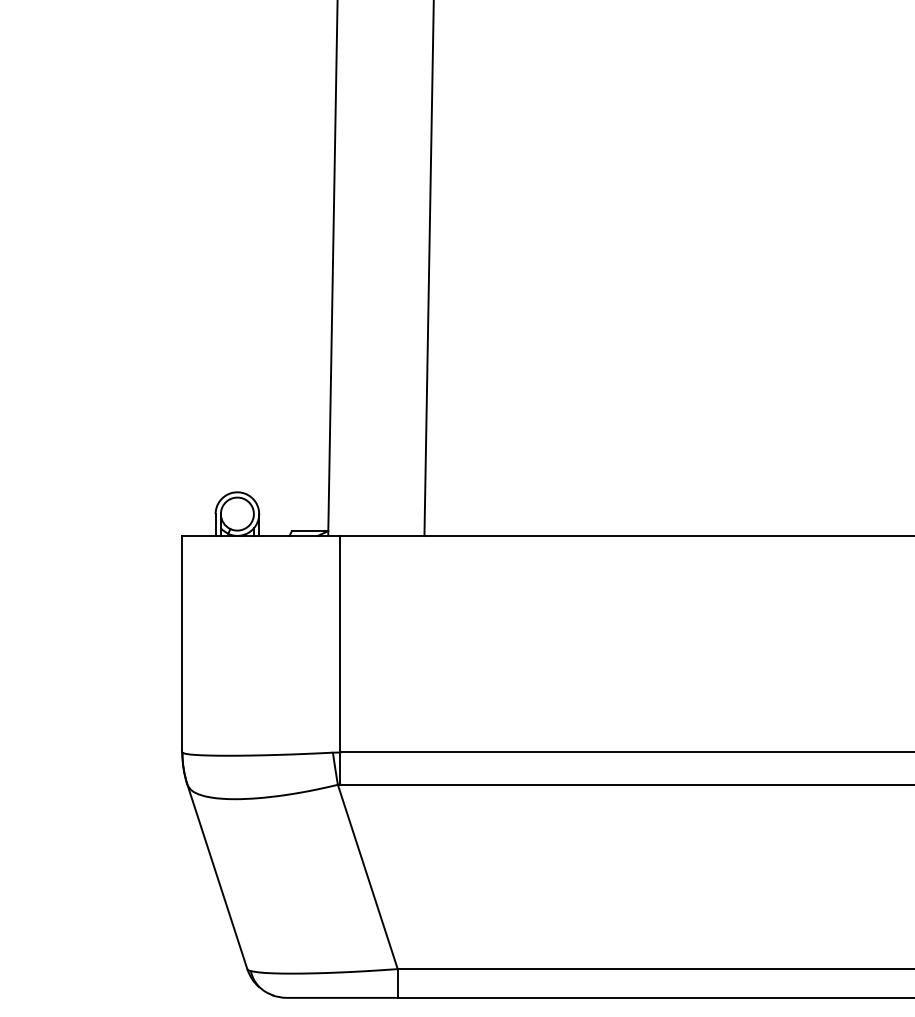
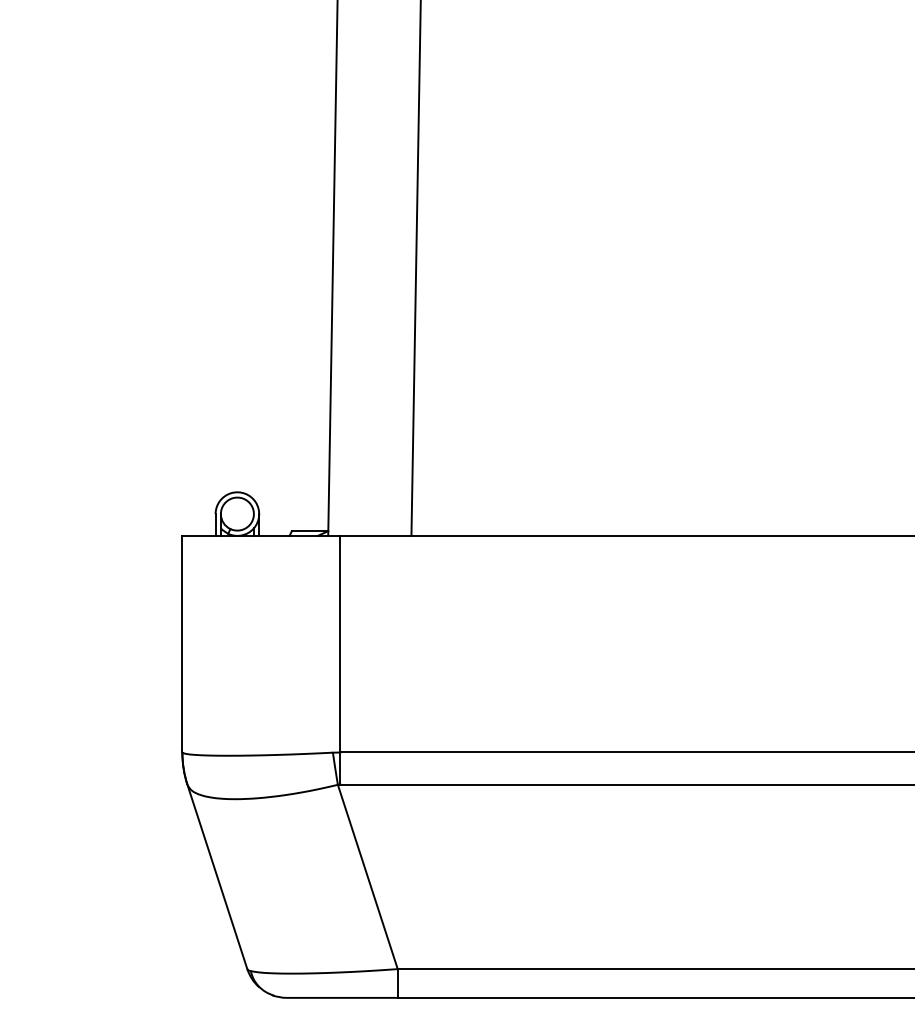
line at (428, 268) position: (428, 268) -> (415, 268)
